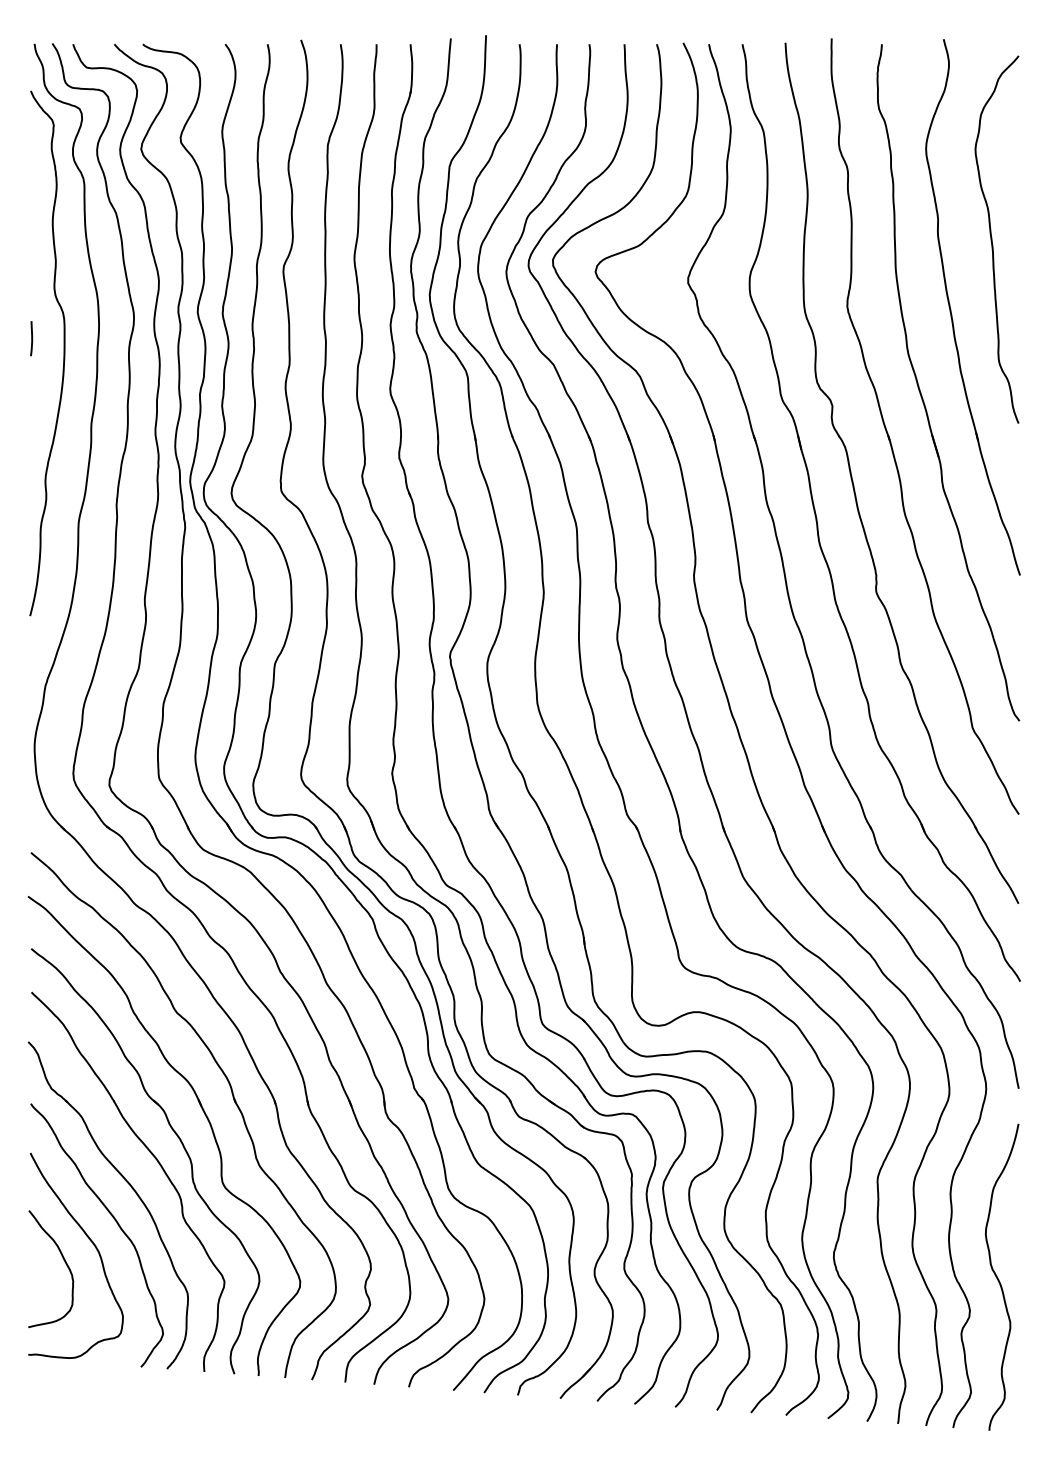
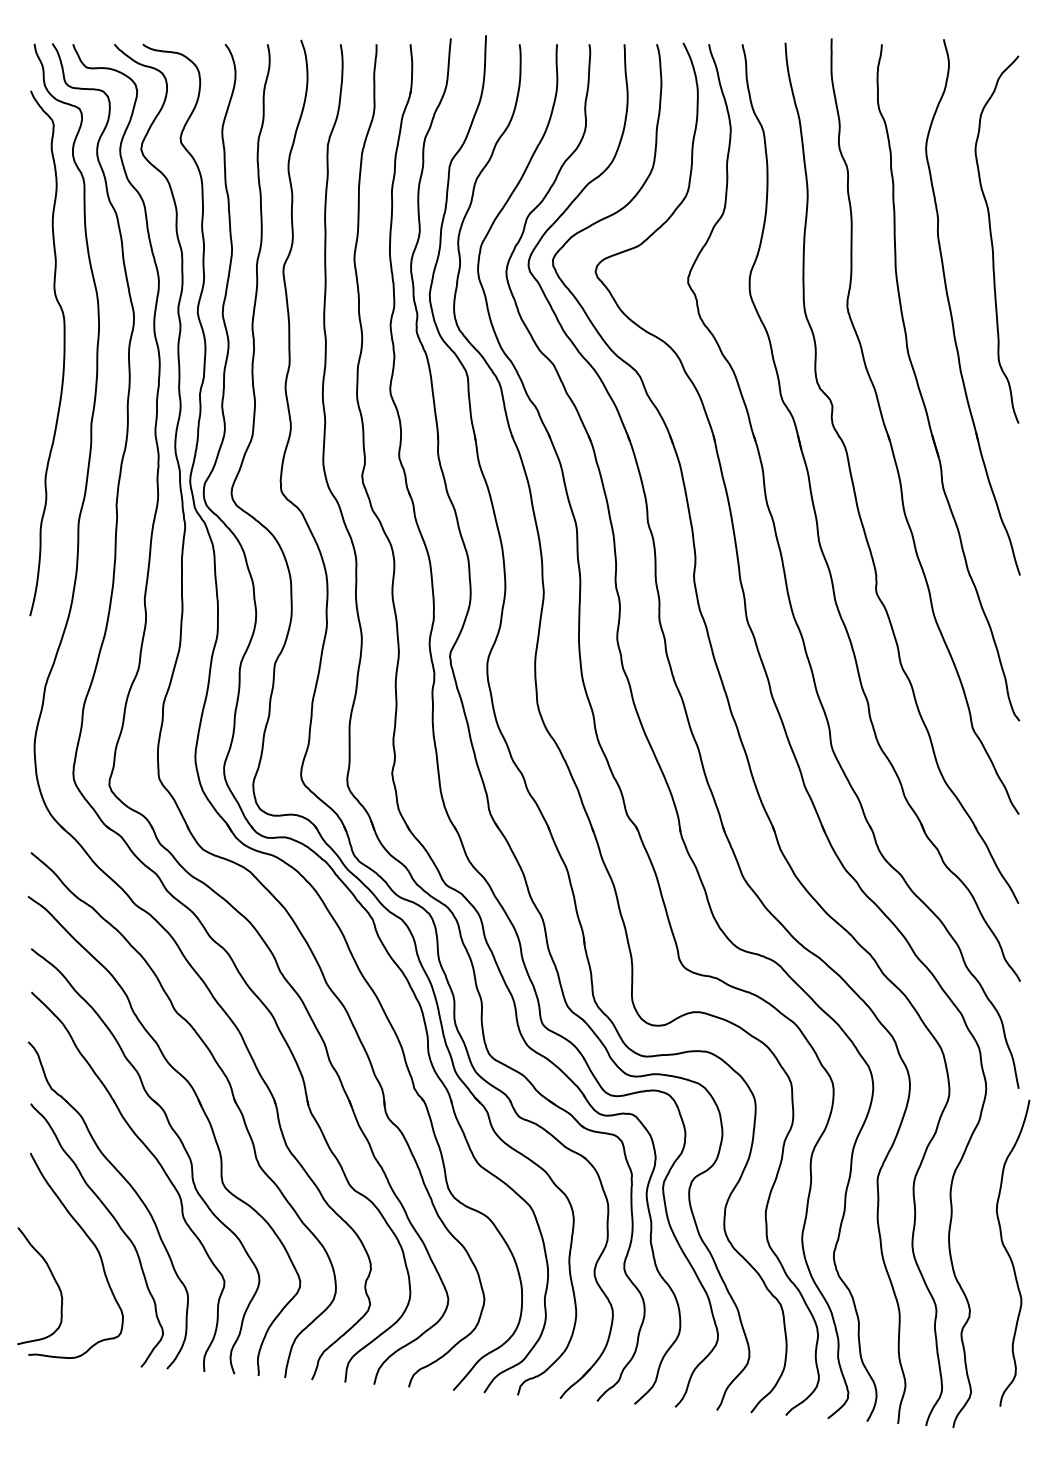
line at (31, 338): present -> none
curve at (64, 1262) position: (64, 1262) -> (53, 1279)
curve at (998, 1277) position: (998, 1277) -> (1009, 1253)
